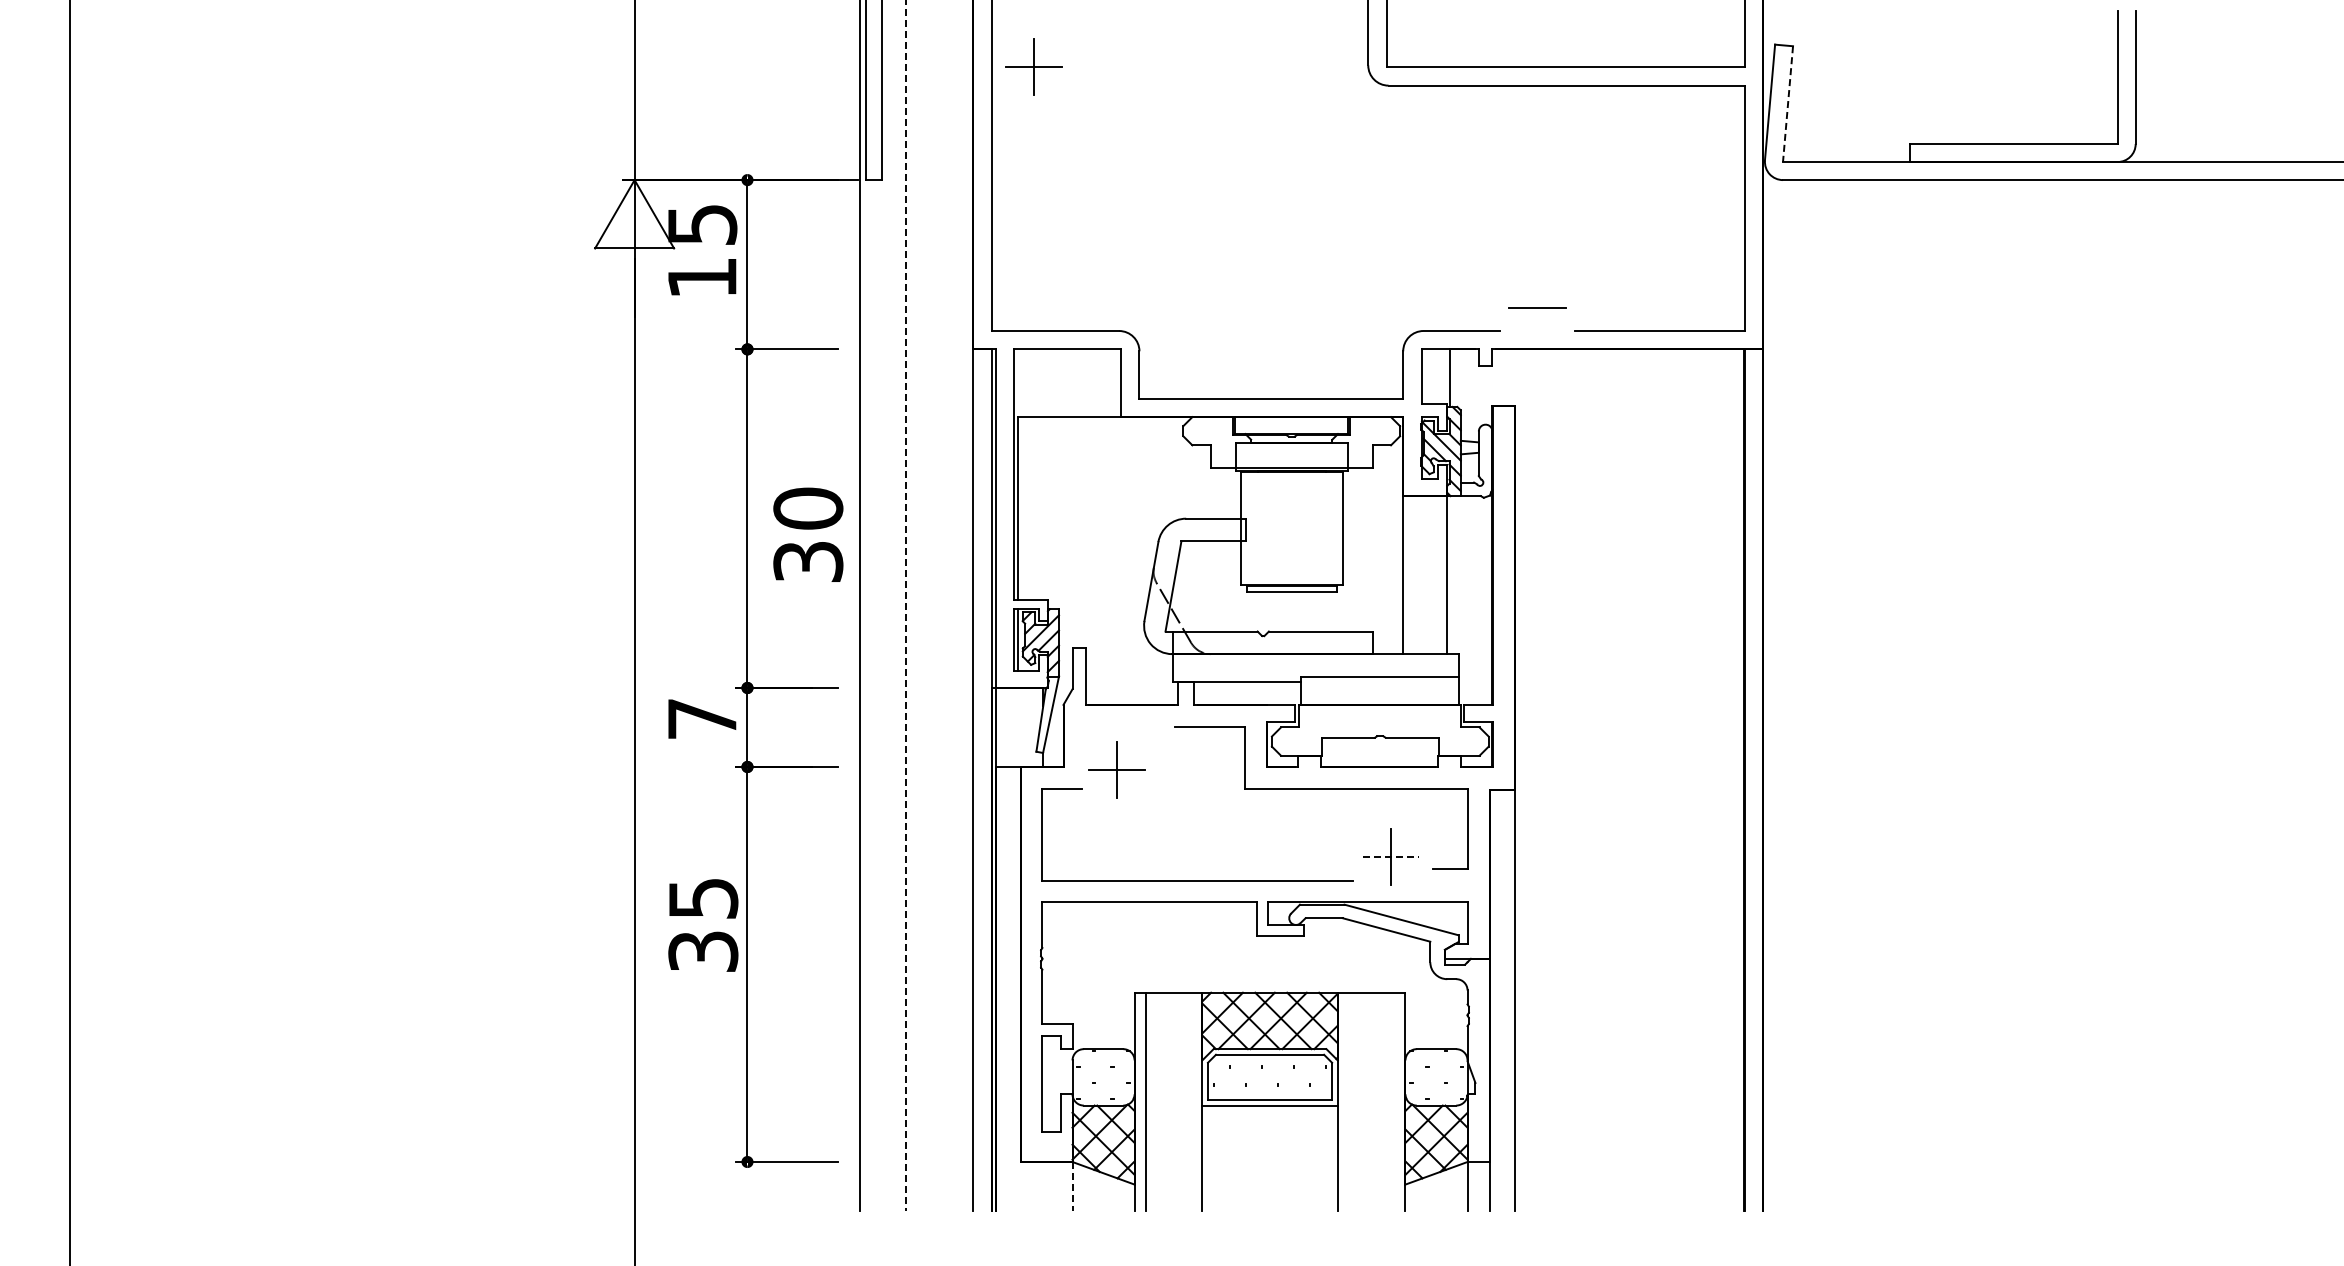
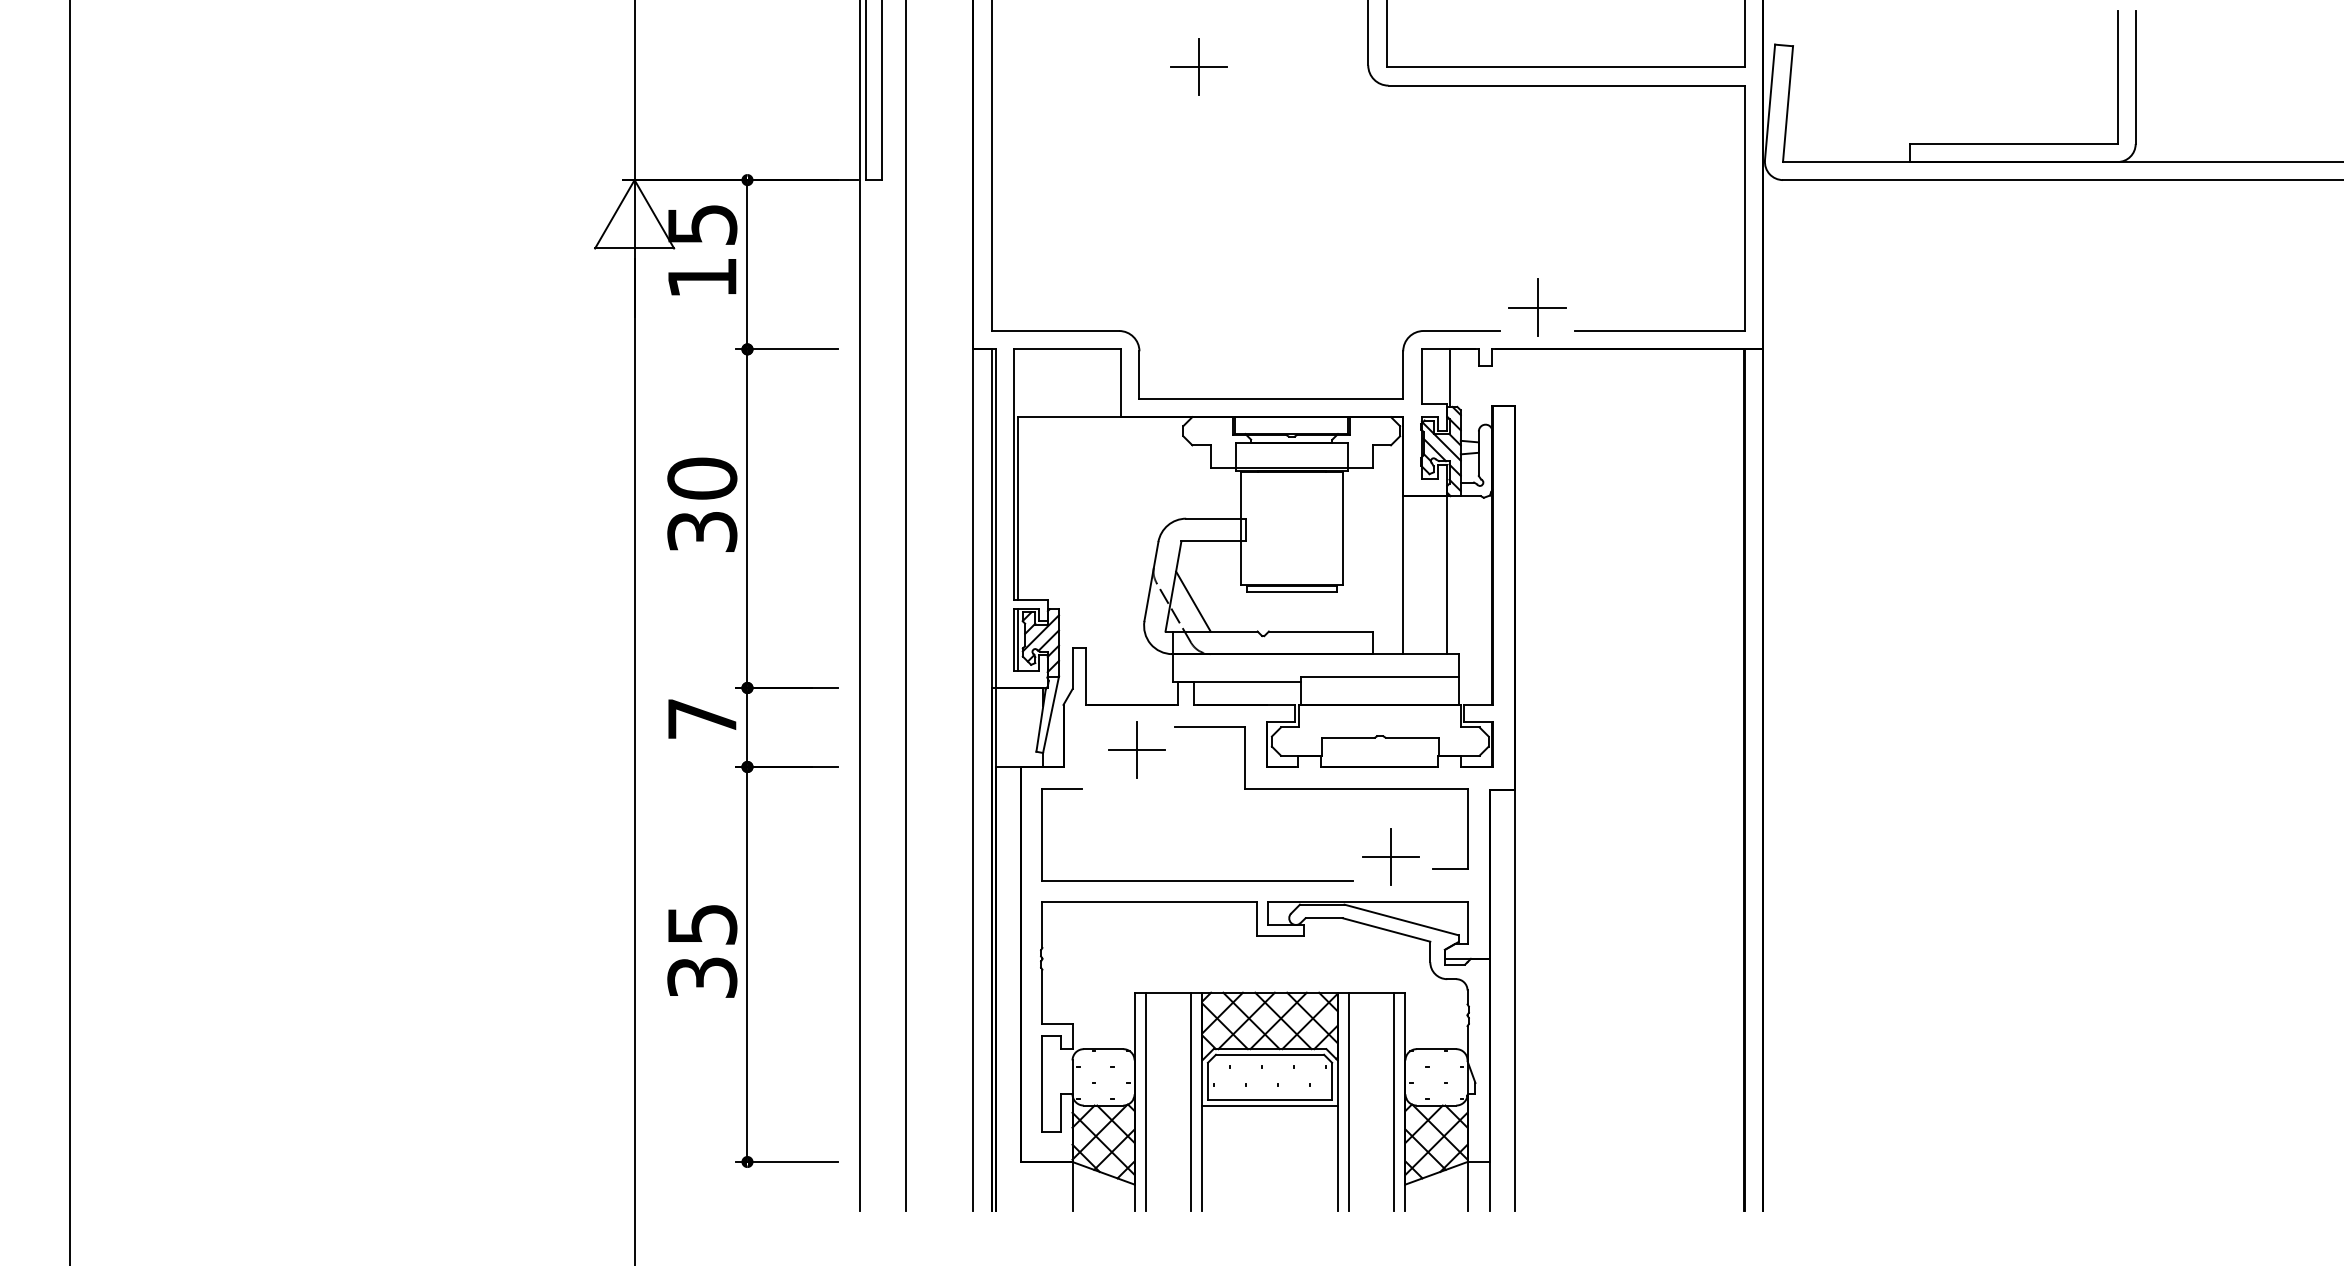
part at (1033, 66) position: (1033, 66) -> (1198, 66)
line at (1787, 104): dashed -> solid
line at (1537, 307): none -> present
text at (808, 534) position: (808, 534) -> (702, 504)
line at (1193, 601): none -> present
line at (905, 606): dashed -> solid
part at (1116, 769) position: (1116, 769) -> (1136, 749)
line at (1391, 857): dashed -> solid
text at (703, 925) position: (703, 925) -> (702, 951)
line at (1191, 1101): none -> present
line at (1349, 1101): none -> present
line at (1394, 1101): none -> present
line at (1072, 1186): dashed -> solid
